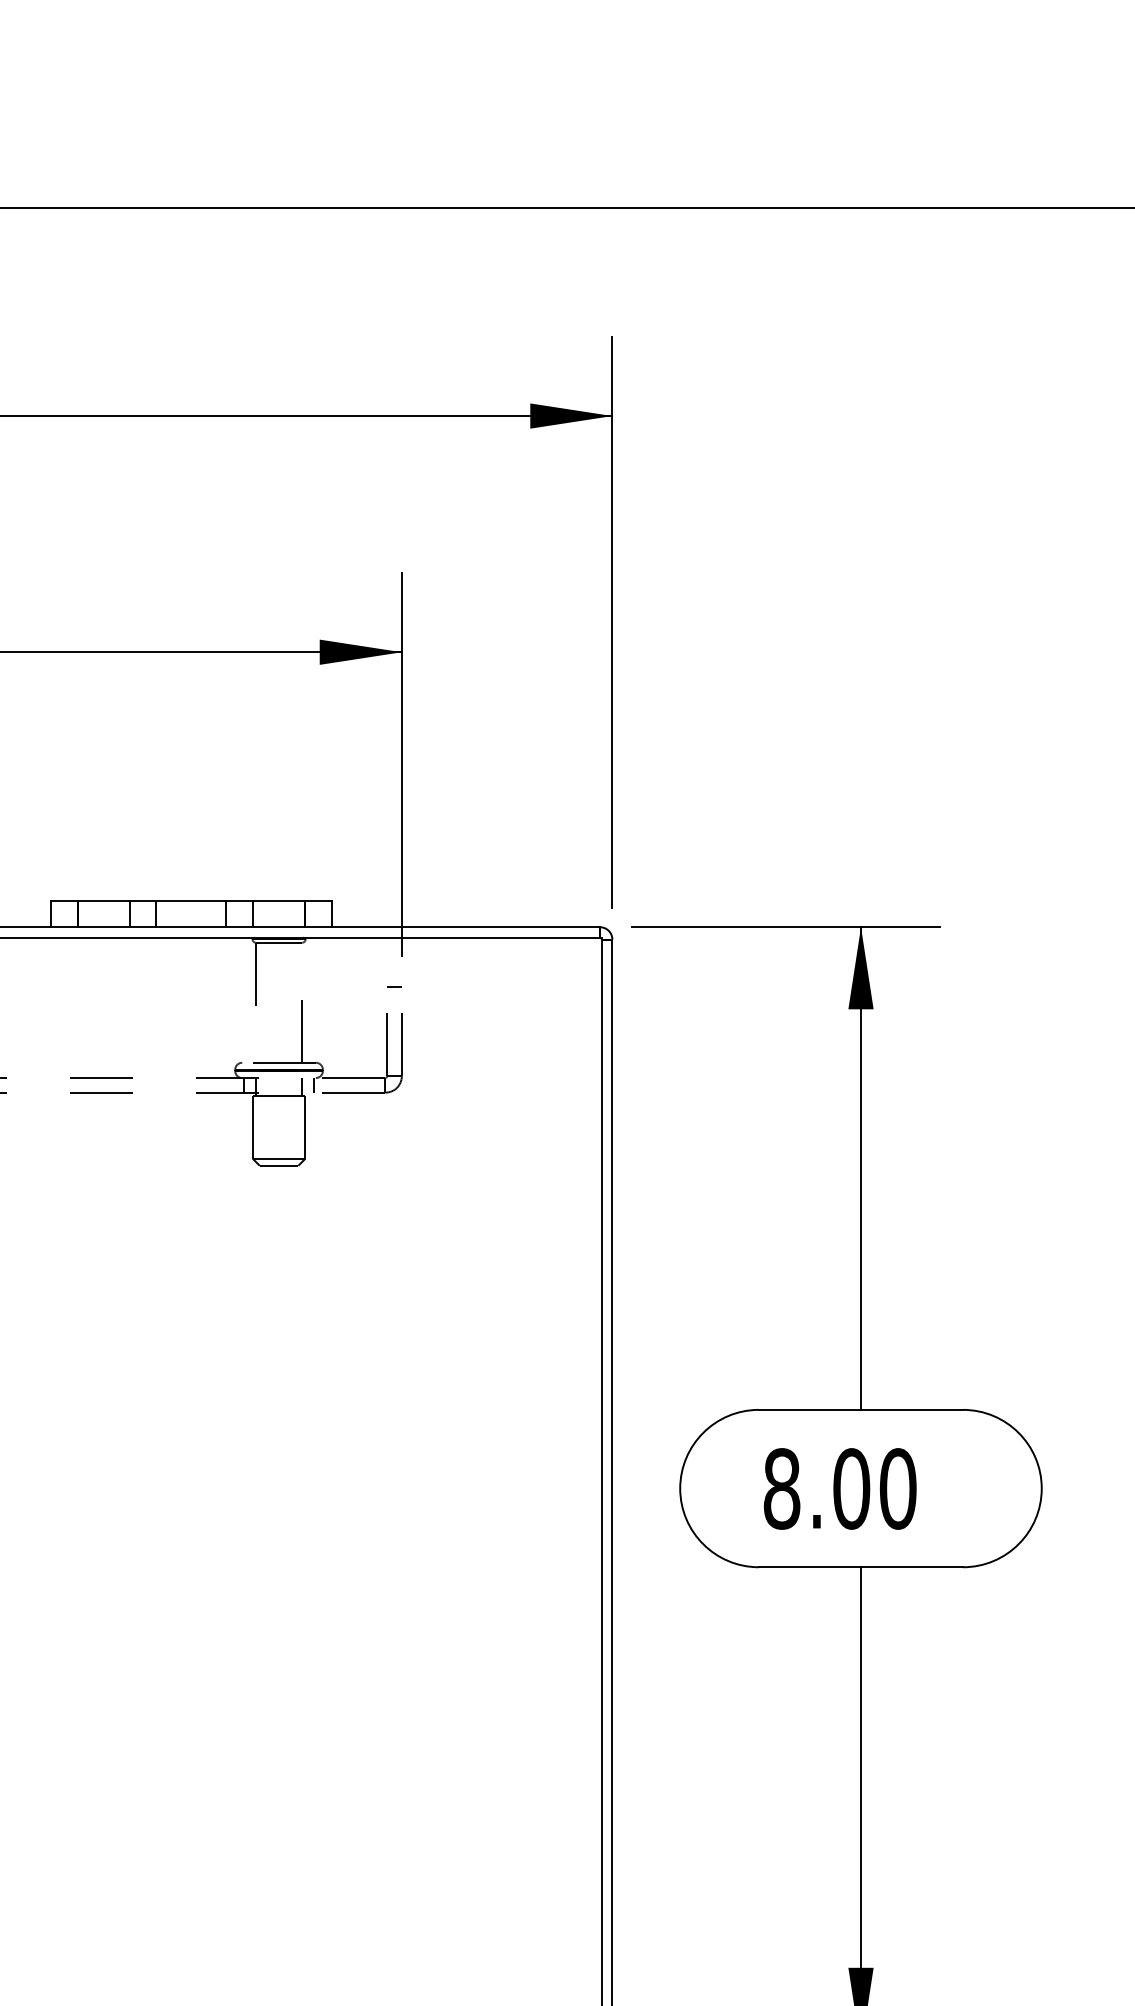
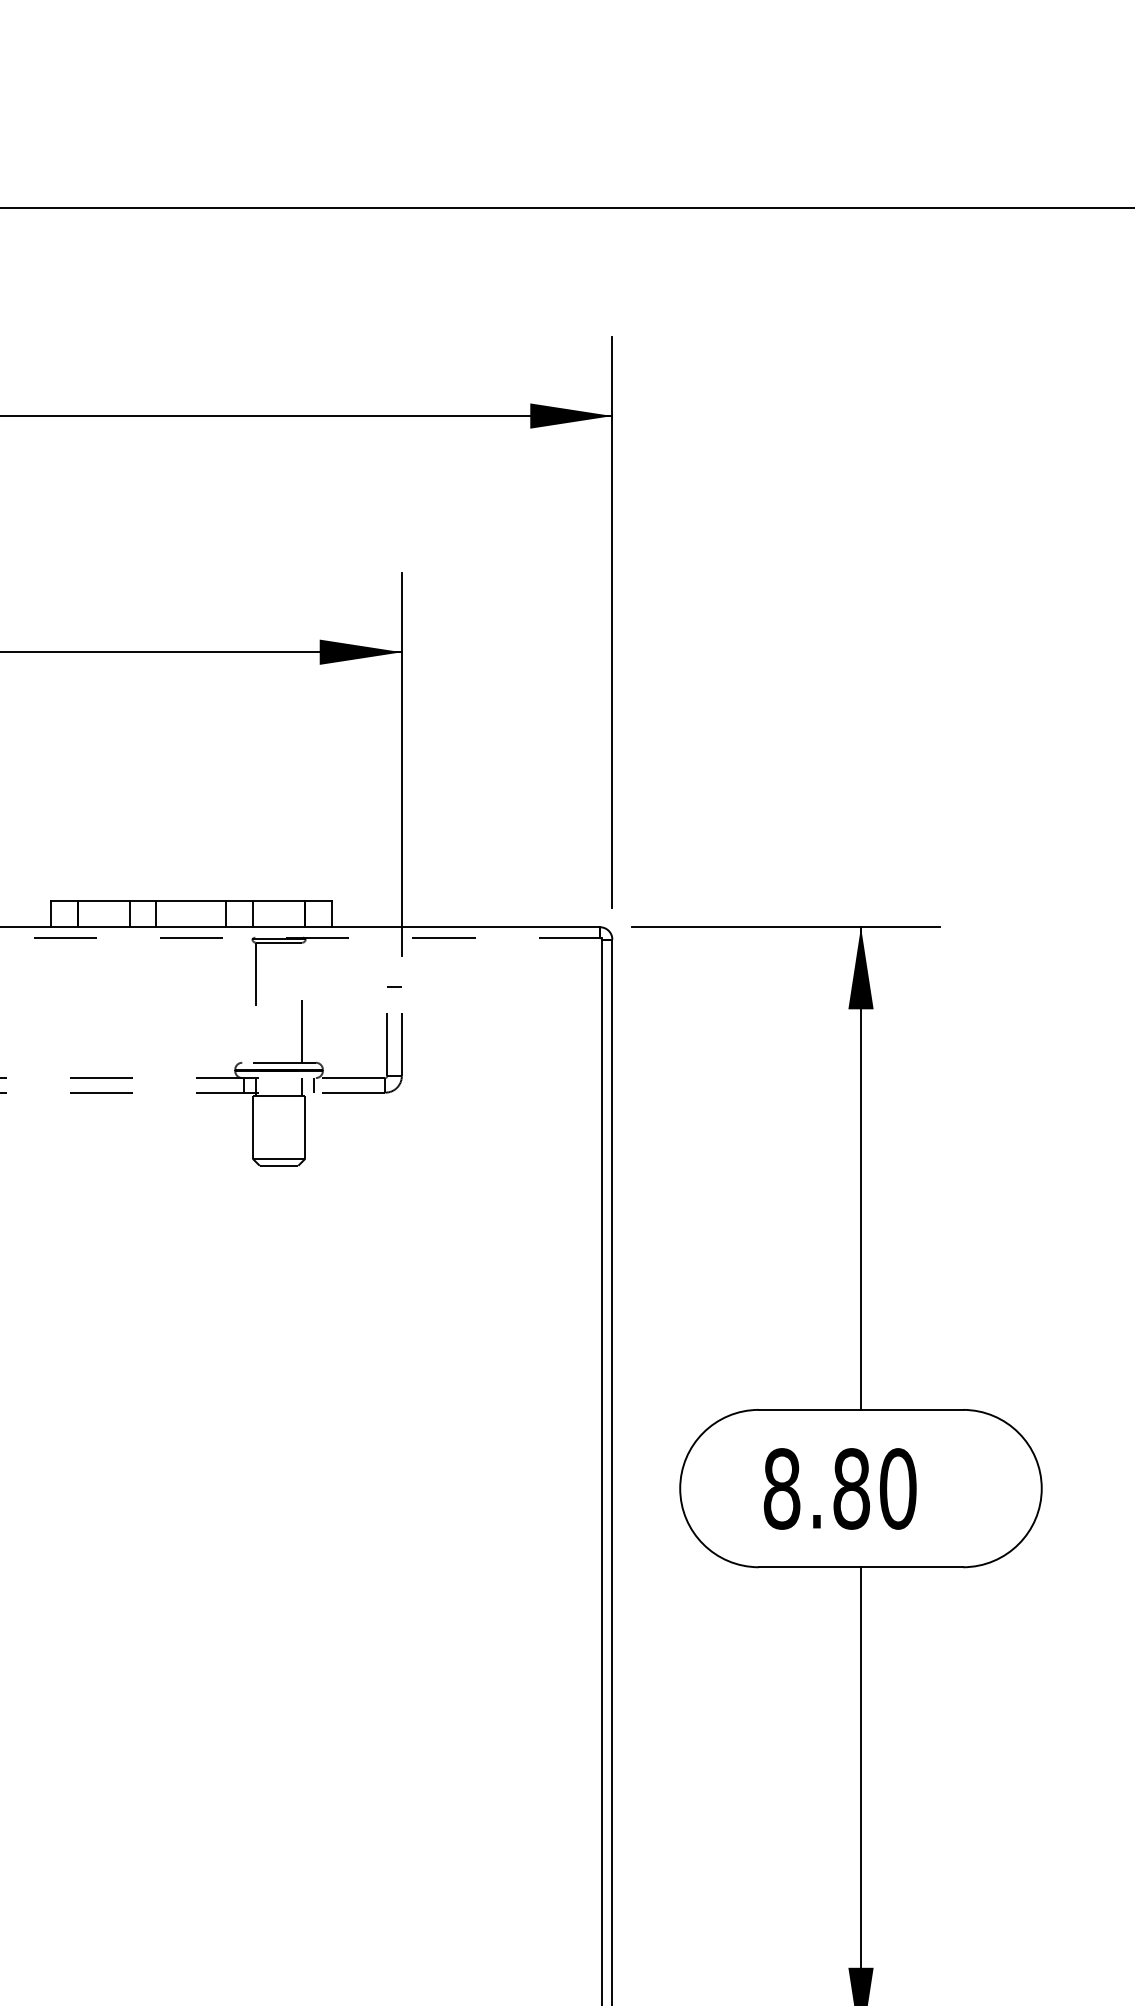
line at (300, 937): solid -> dashed
text at (851, 1488): 8.00 -> 8.80
